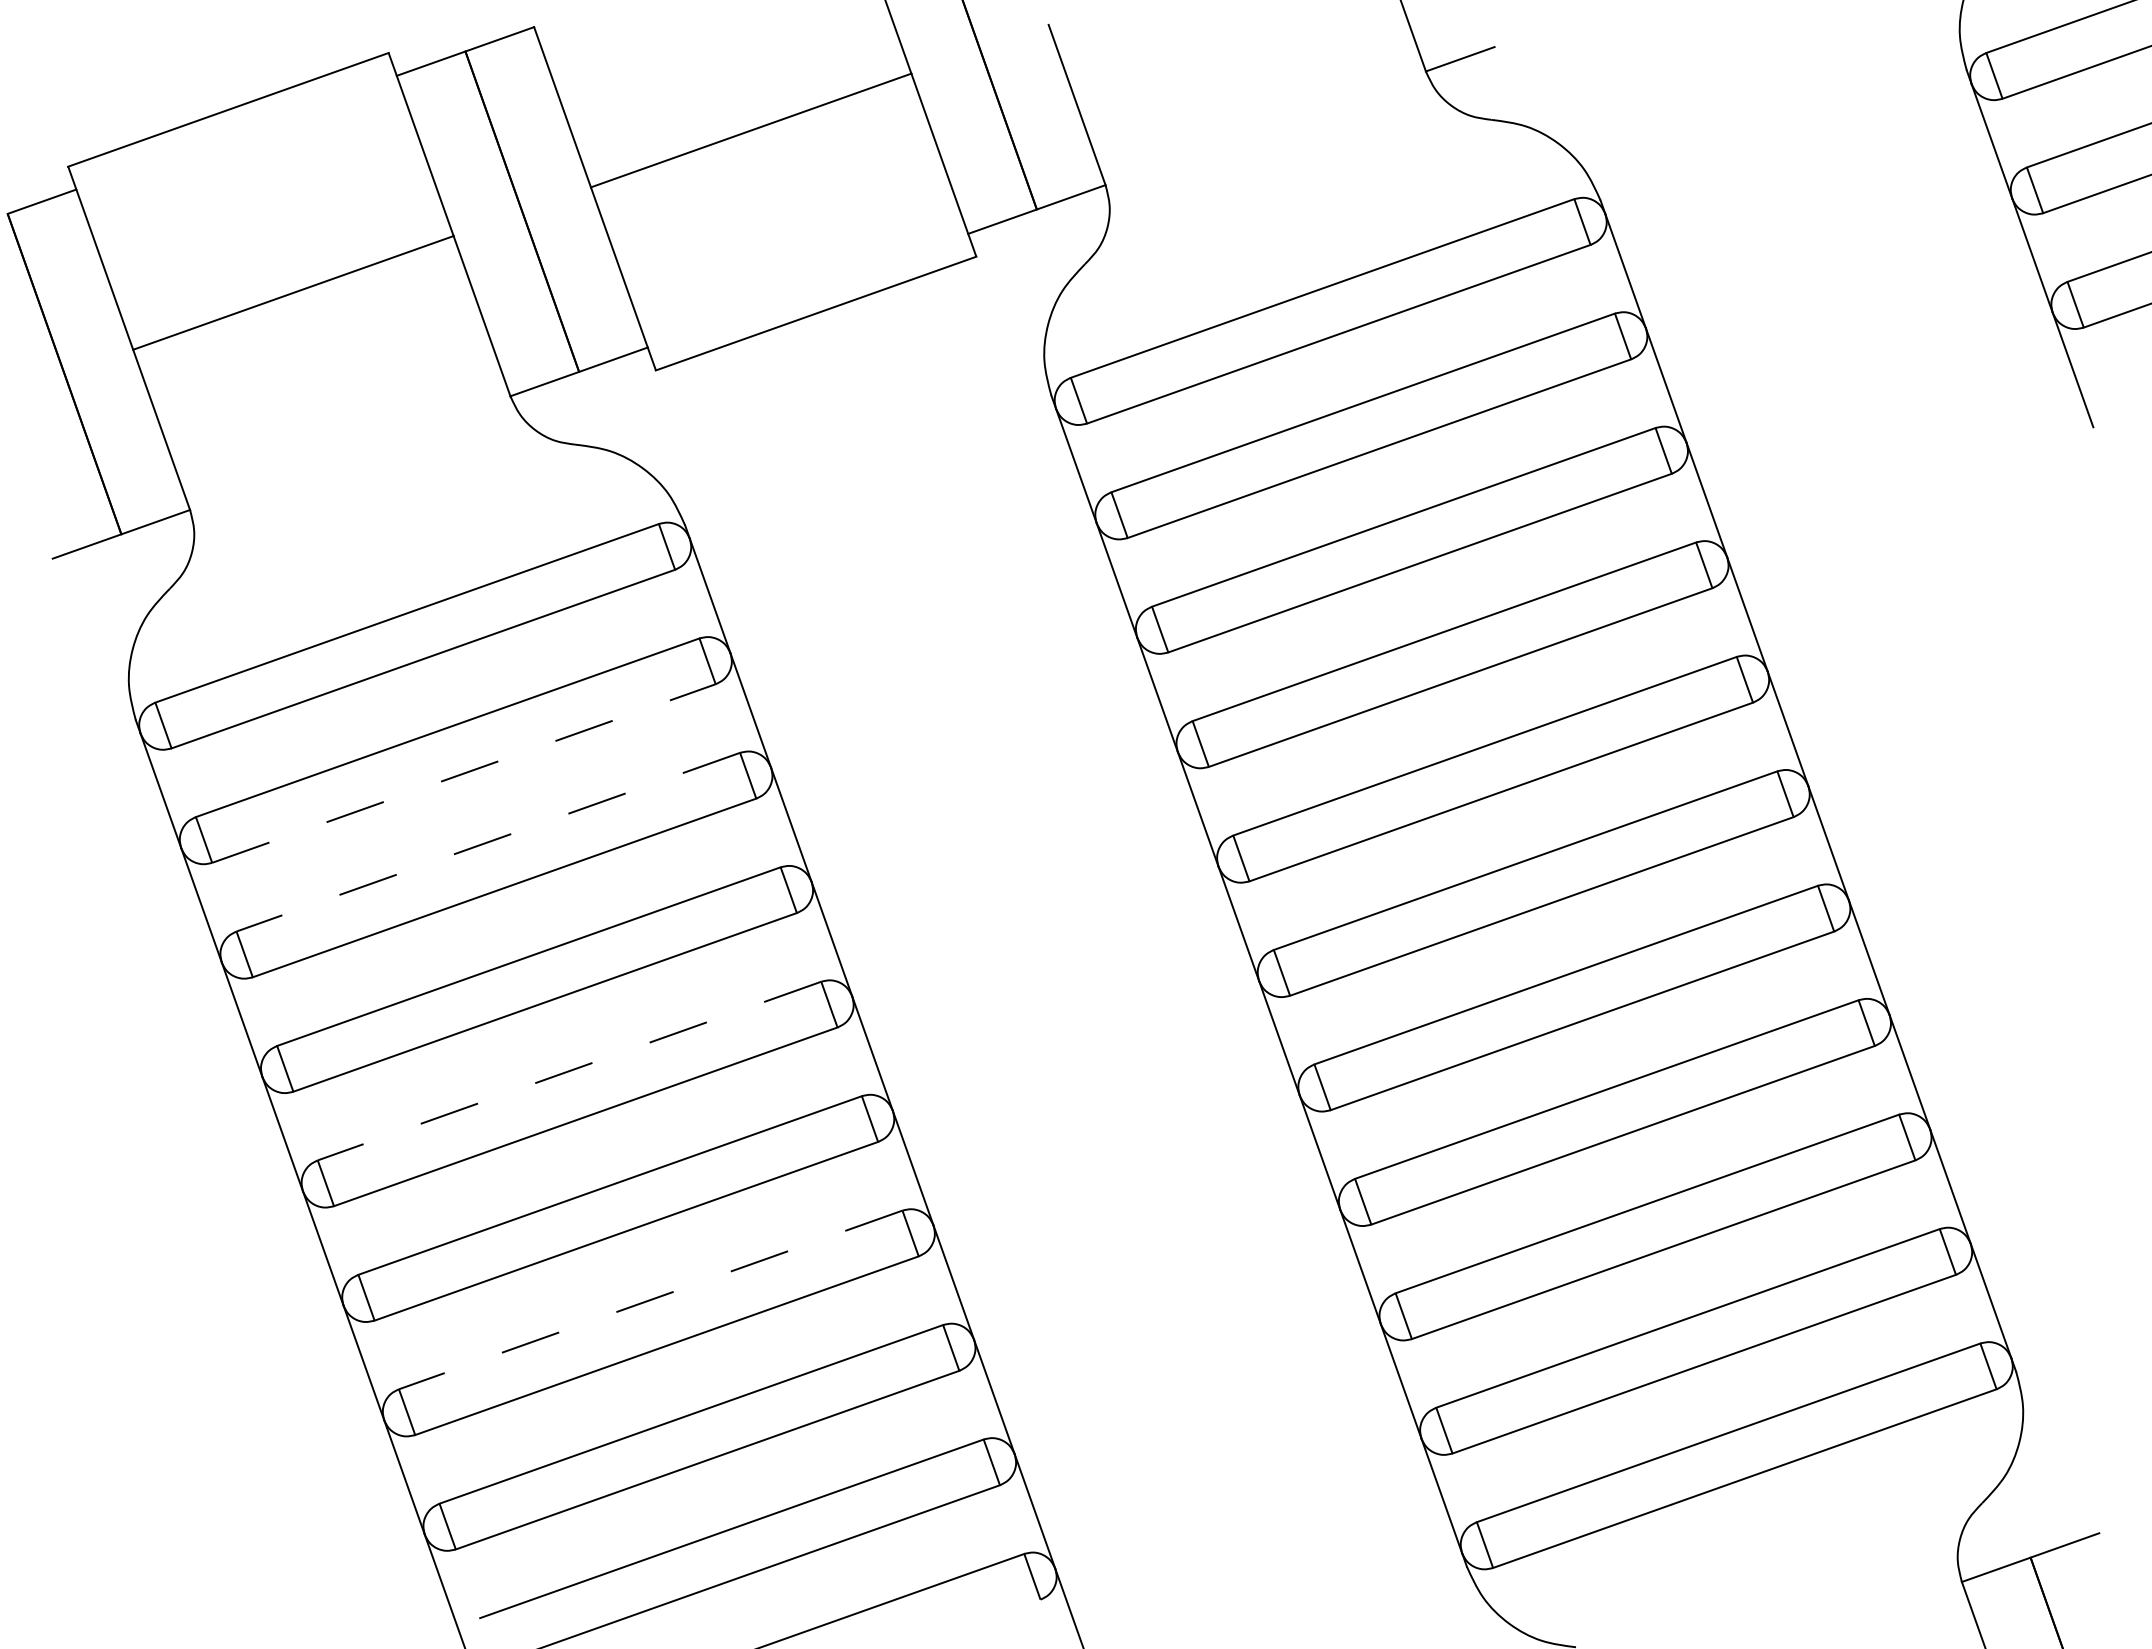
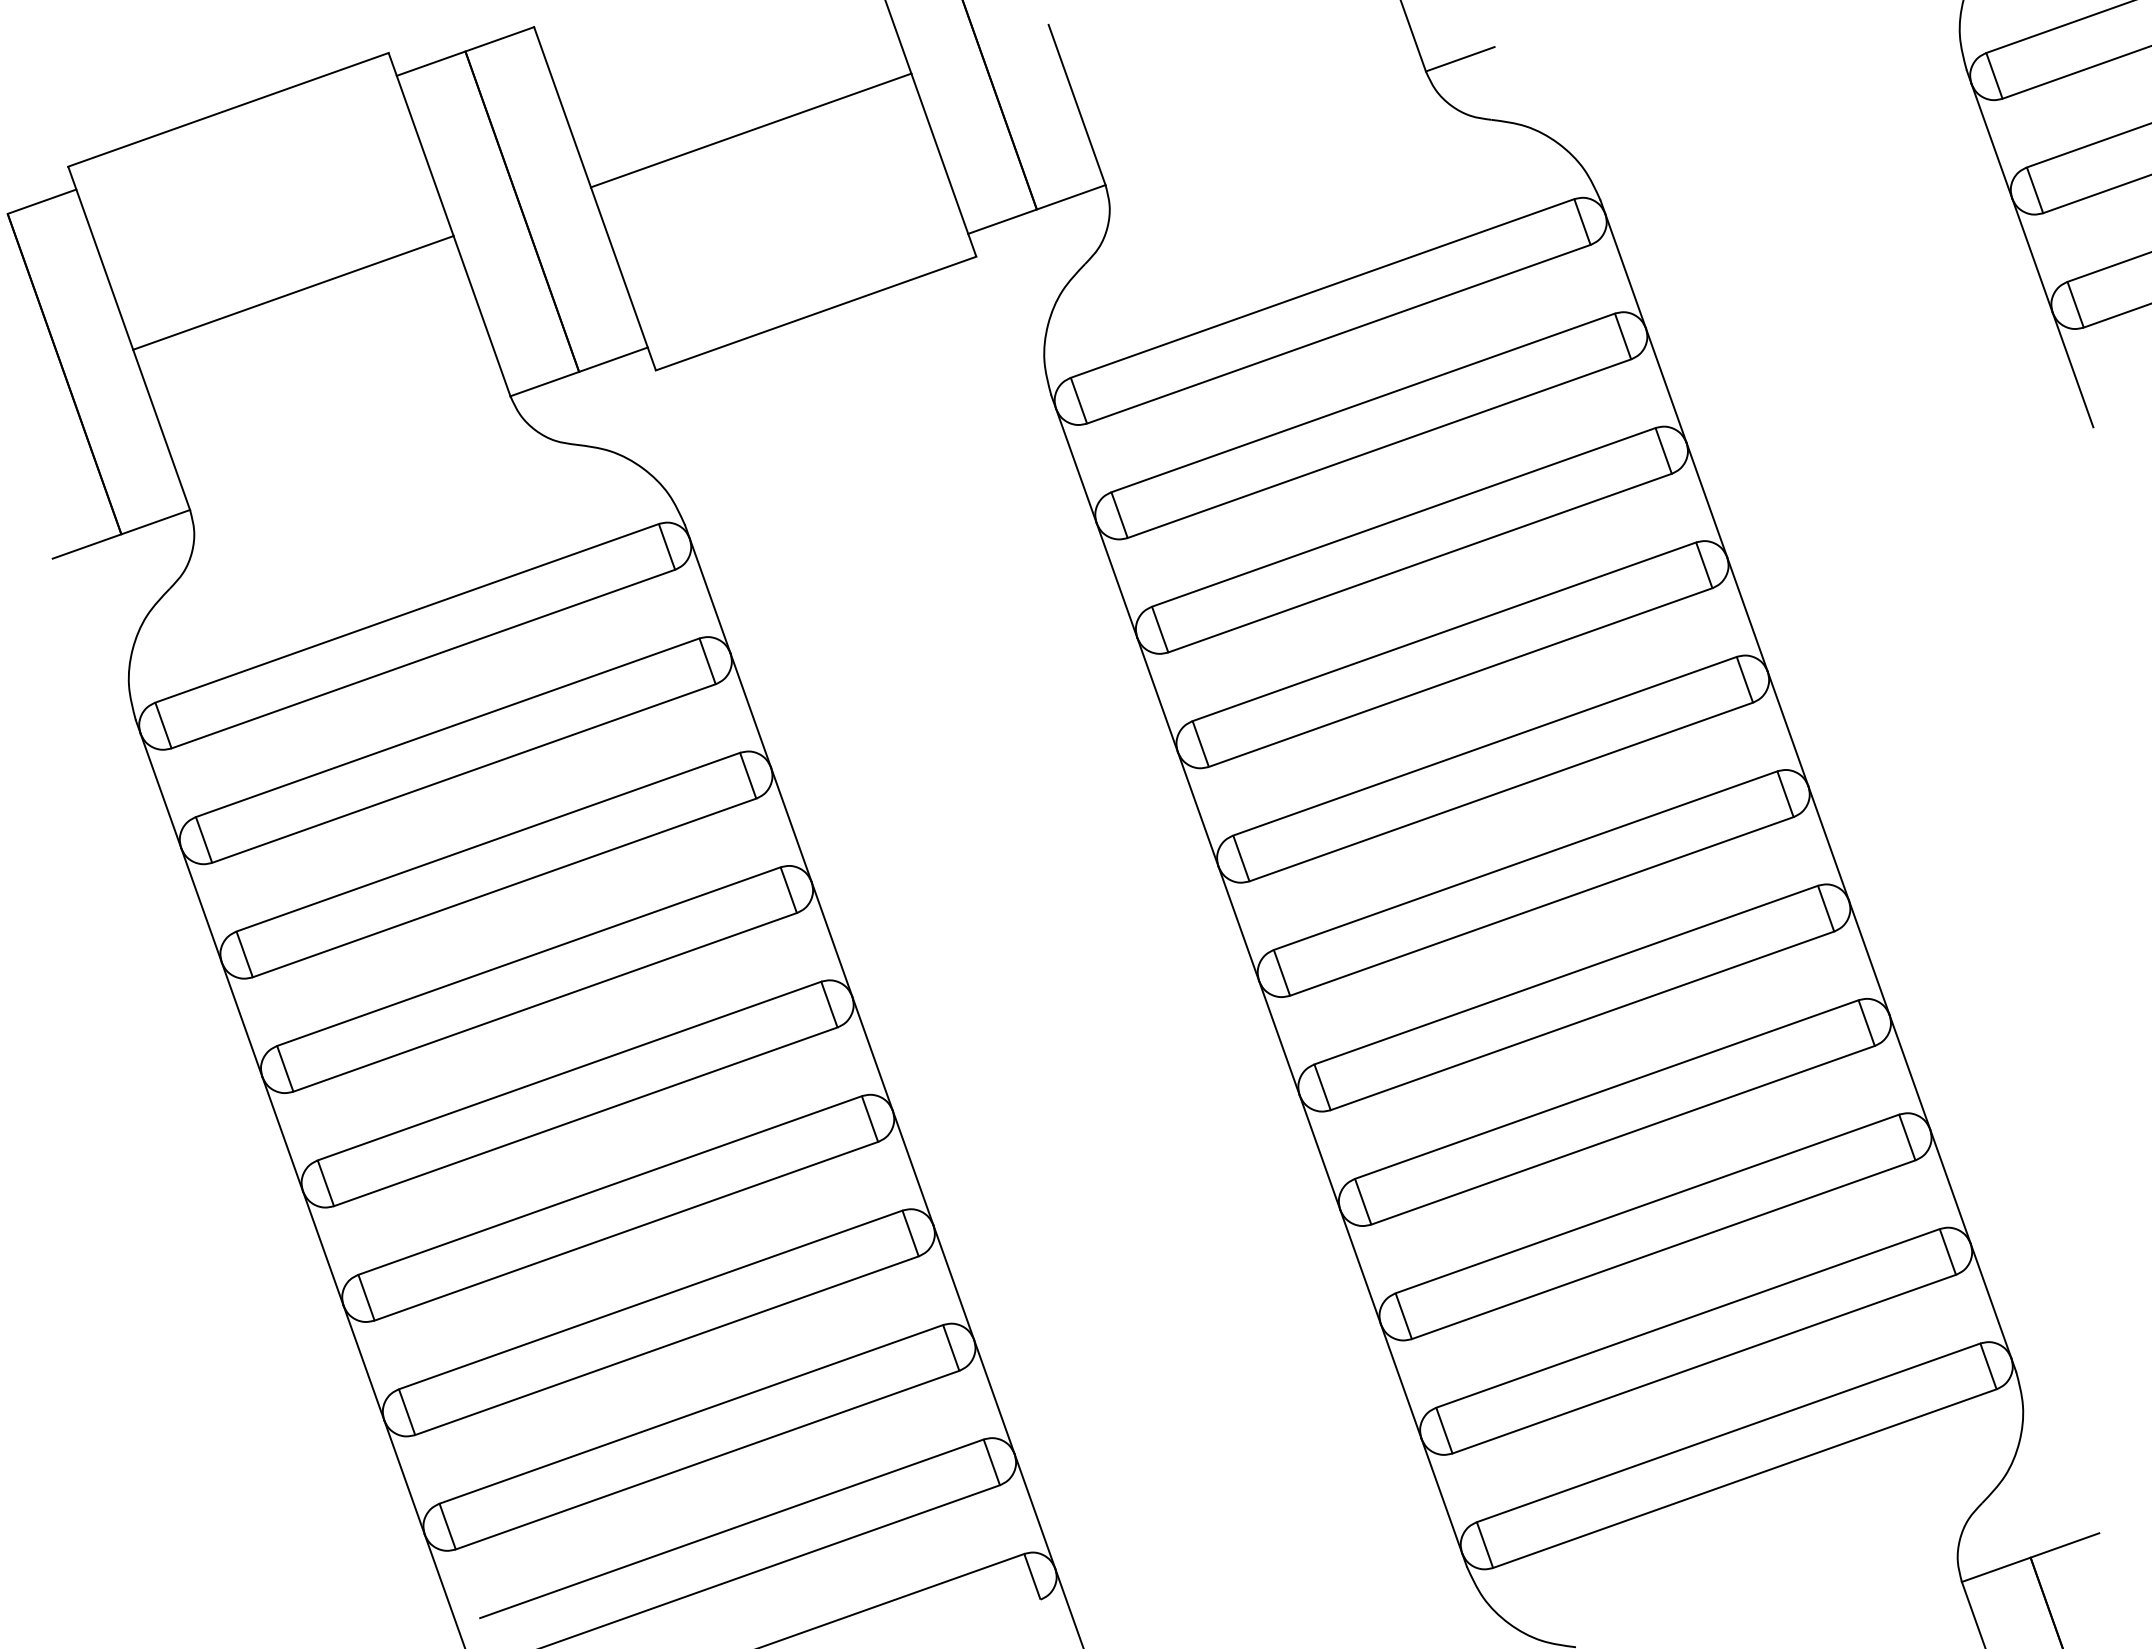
line at (464, 773): dashed -> solid
line at (487, 842): dashed -> solid
line at (569, 1071): dashed -> solid
line at (650, 1300): dashed -> solid
